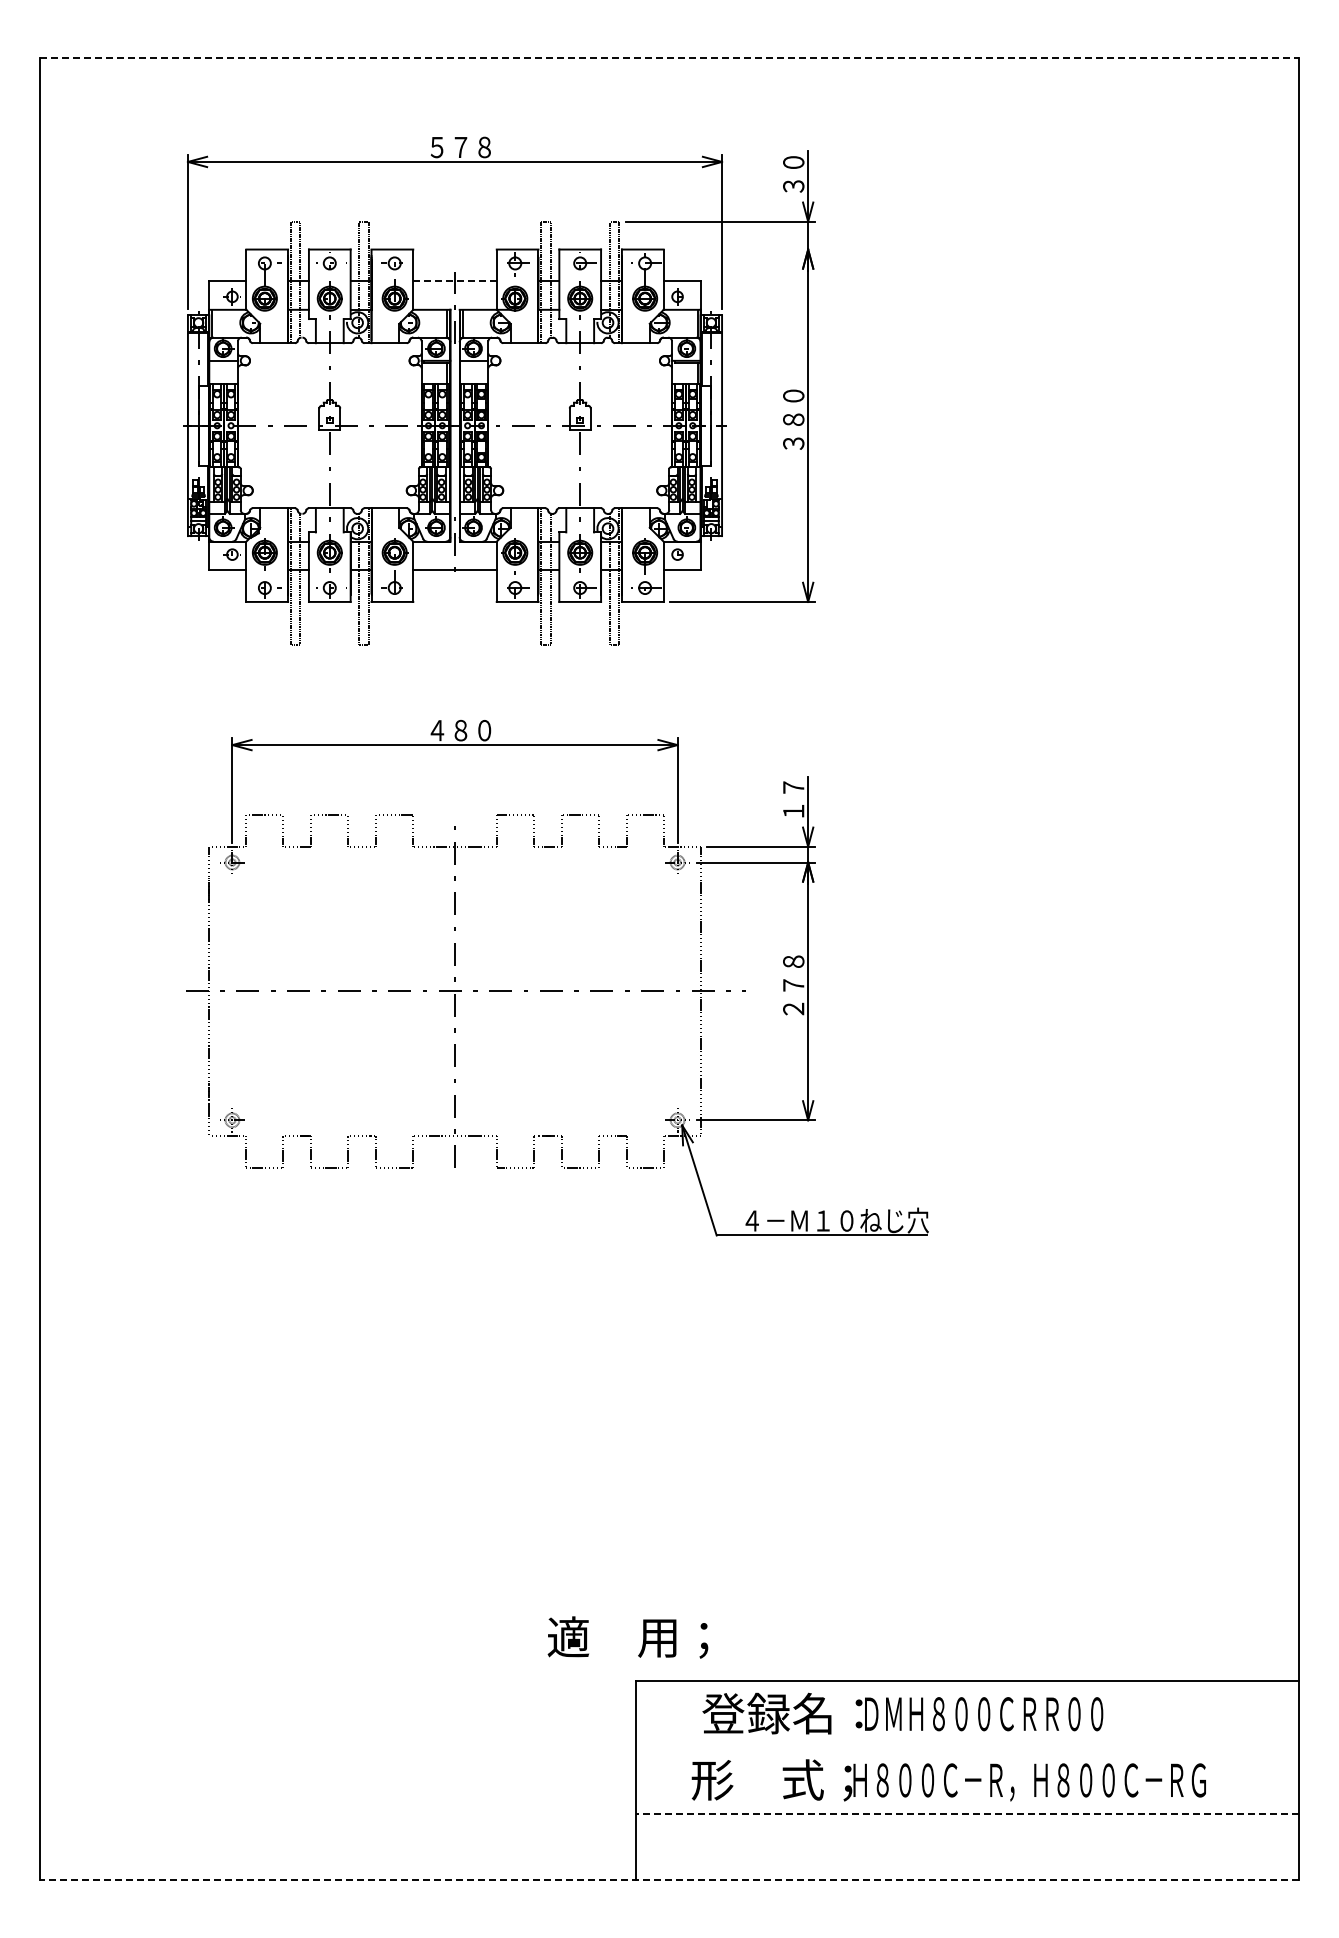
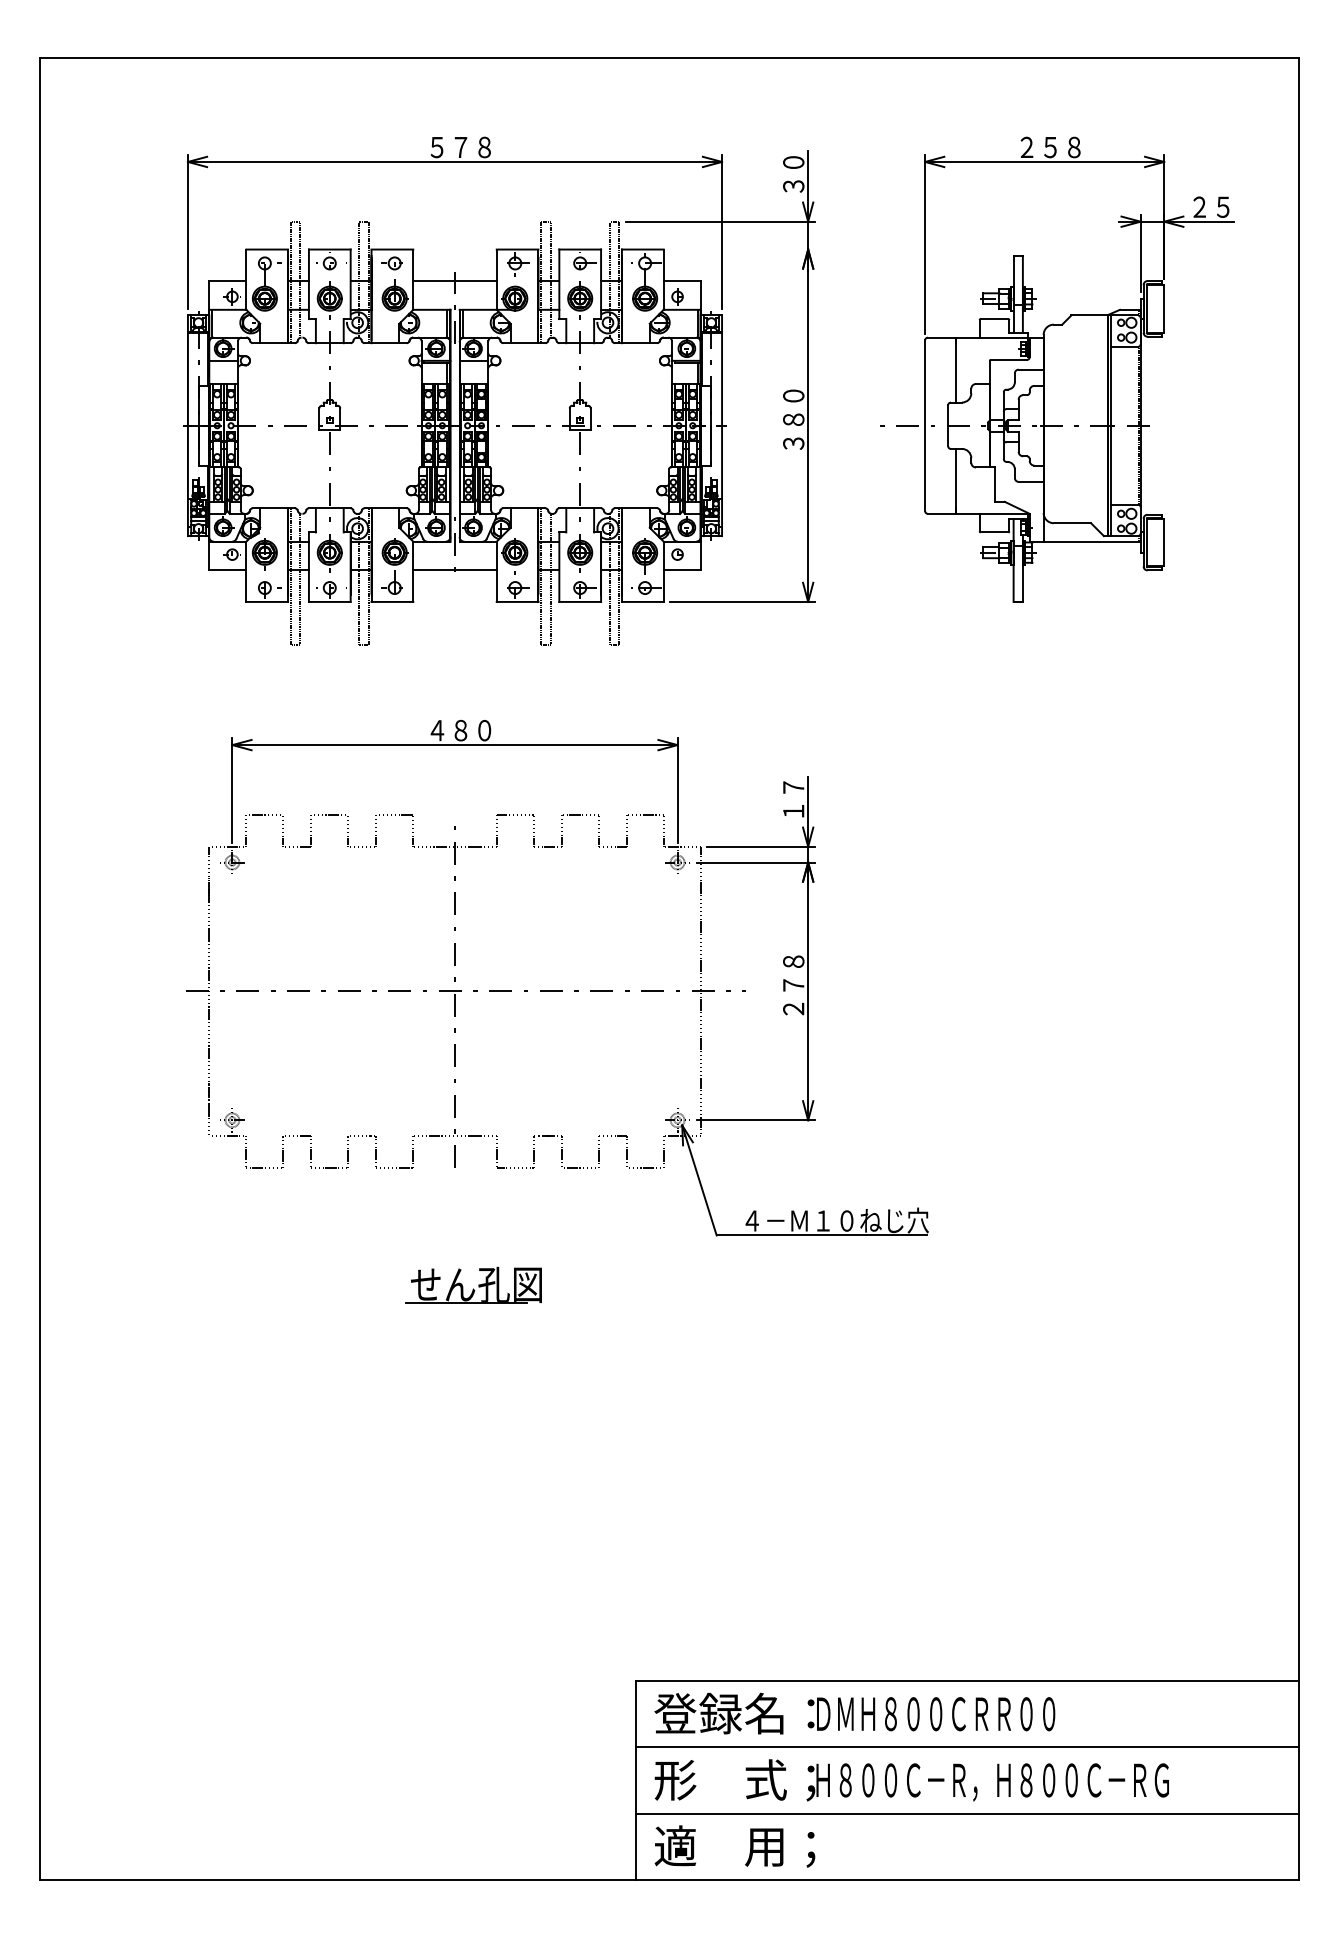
line at (669, 58): dashed -> solid
line at (455, 281): dashed -> solid
part at (1057, 369): none -> present
part at (473, 1284): none -> present
text at (627, 1637) position: (627, 1637) -> (734, 1846)
text at (902, 1713) position: (902, 1713) -> (854, 1713)
line at (967, 1747): none -> present
text at (948, 1780) position: (948, 1780) -> (911, 1780)
line at (967, 1813): dashed -> solid
line at (669, 1879): dashed -> solid
